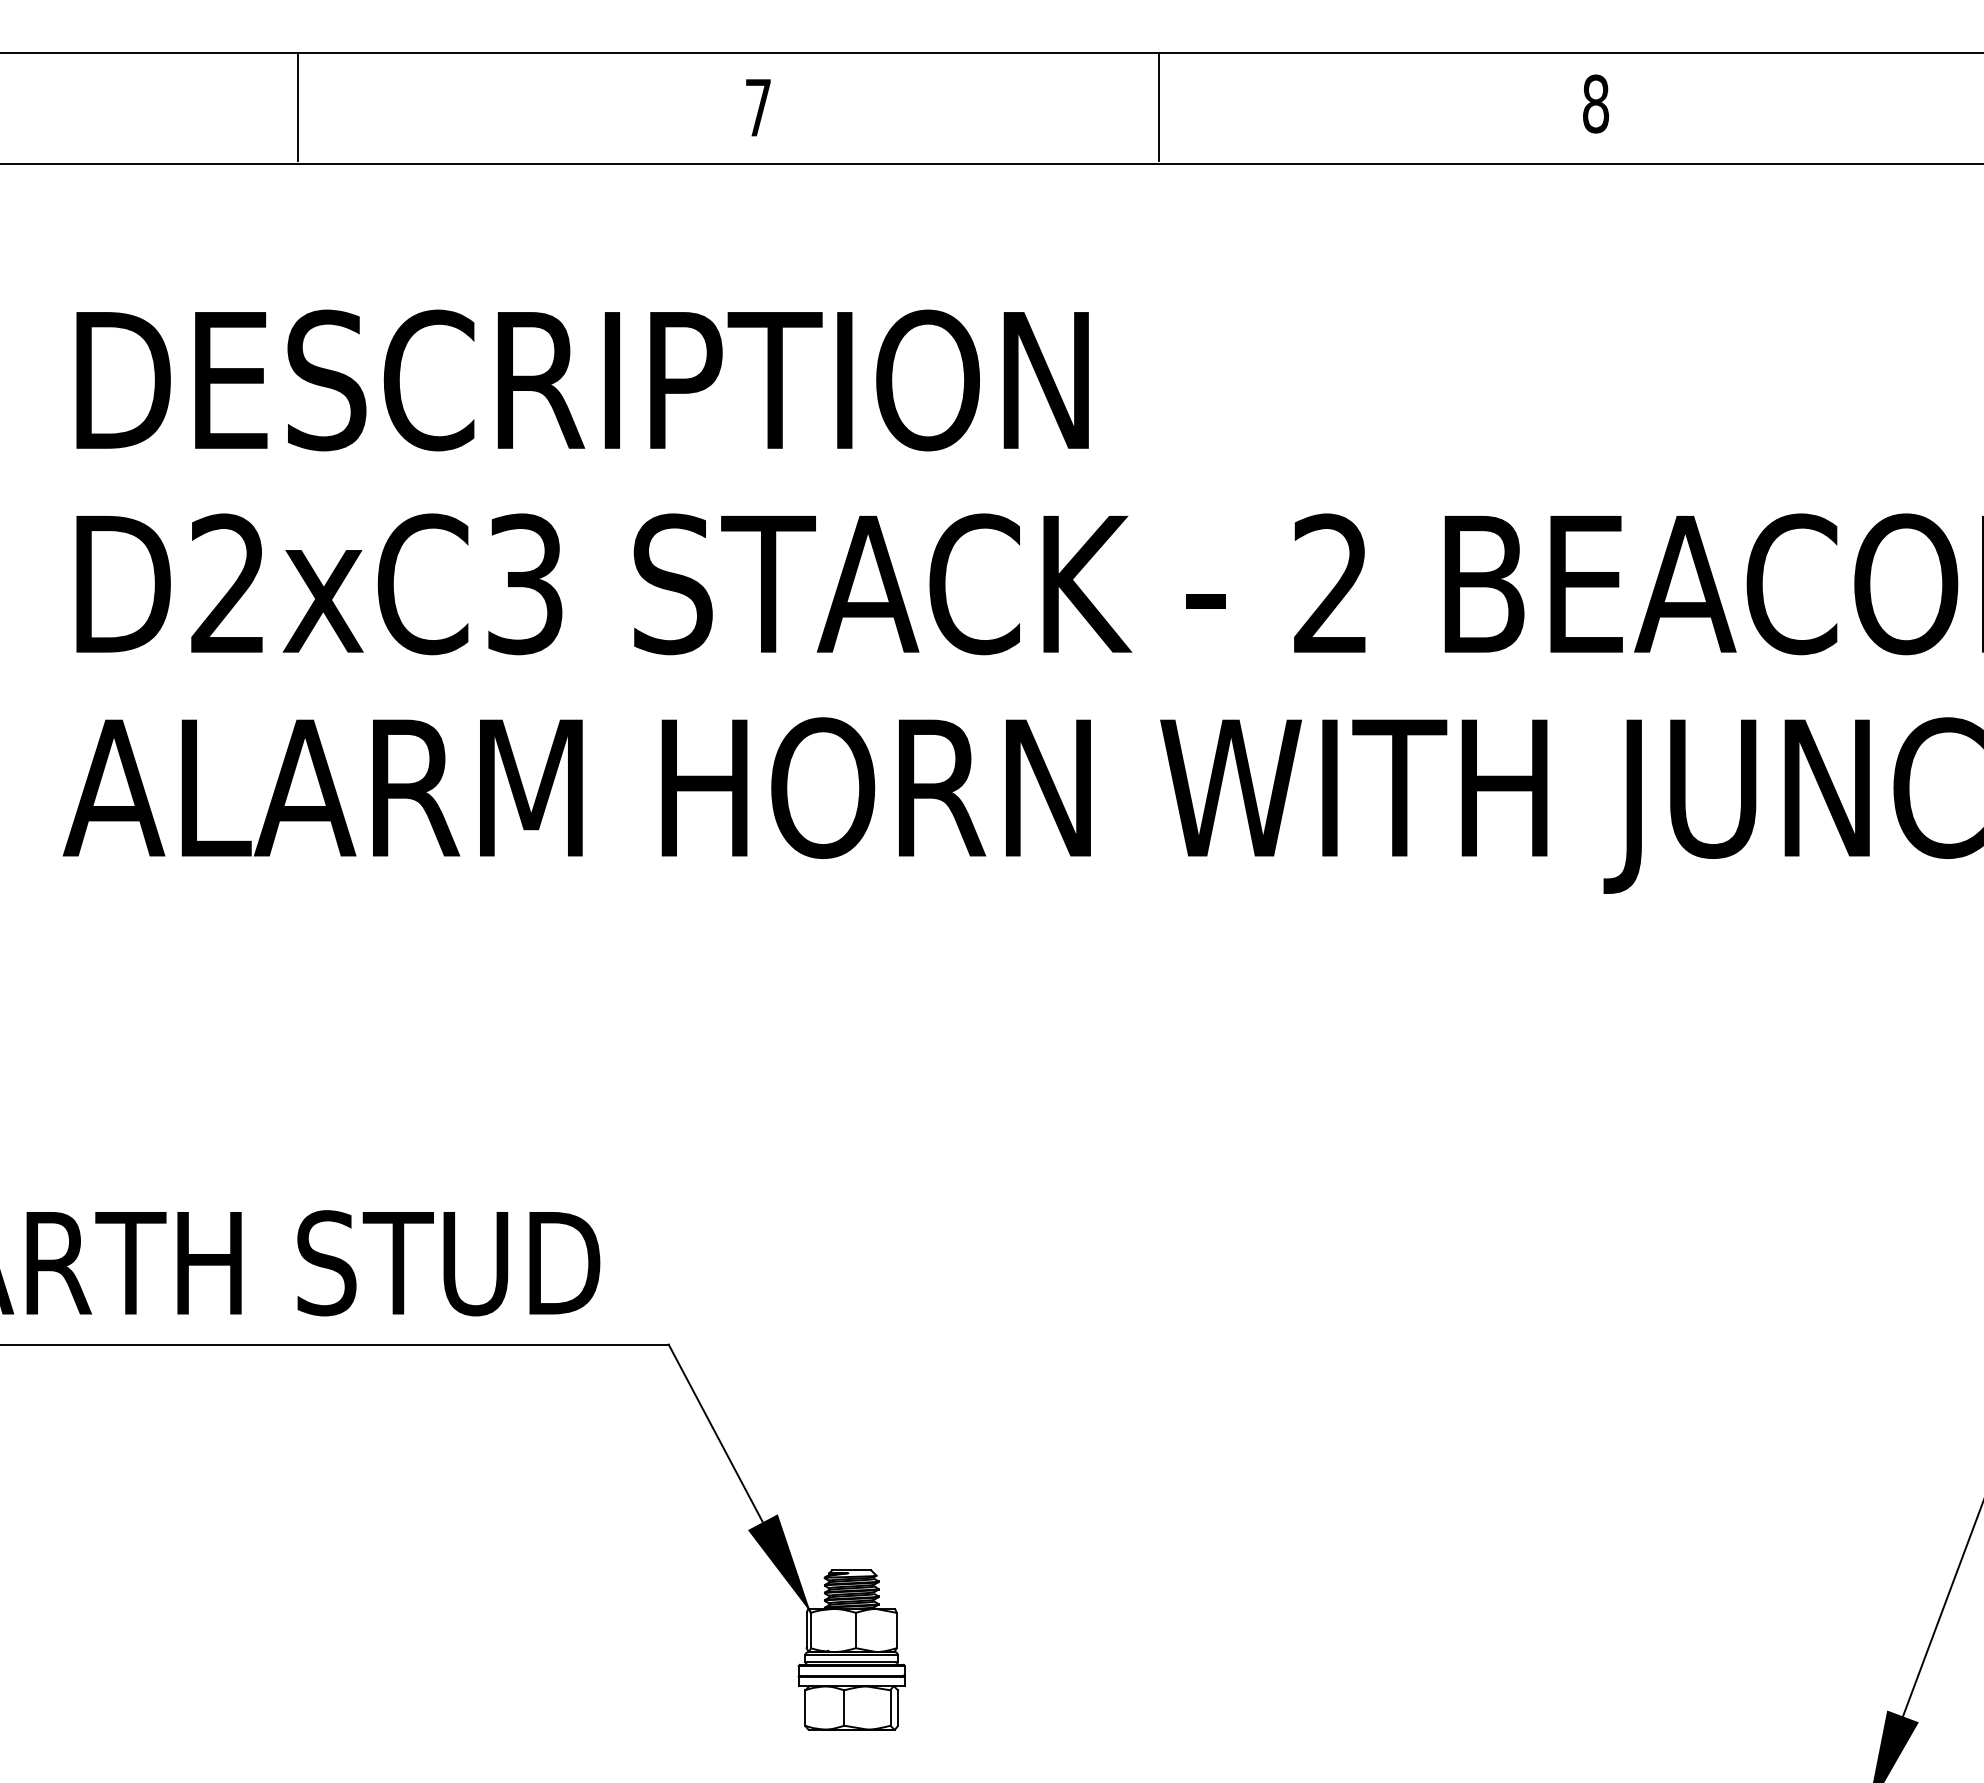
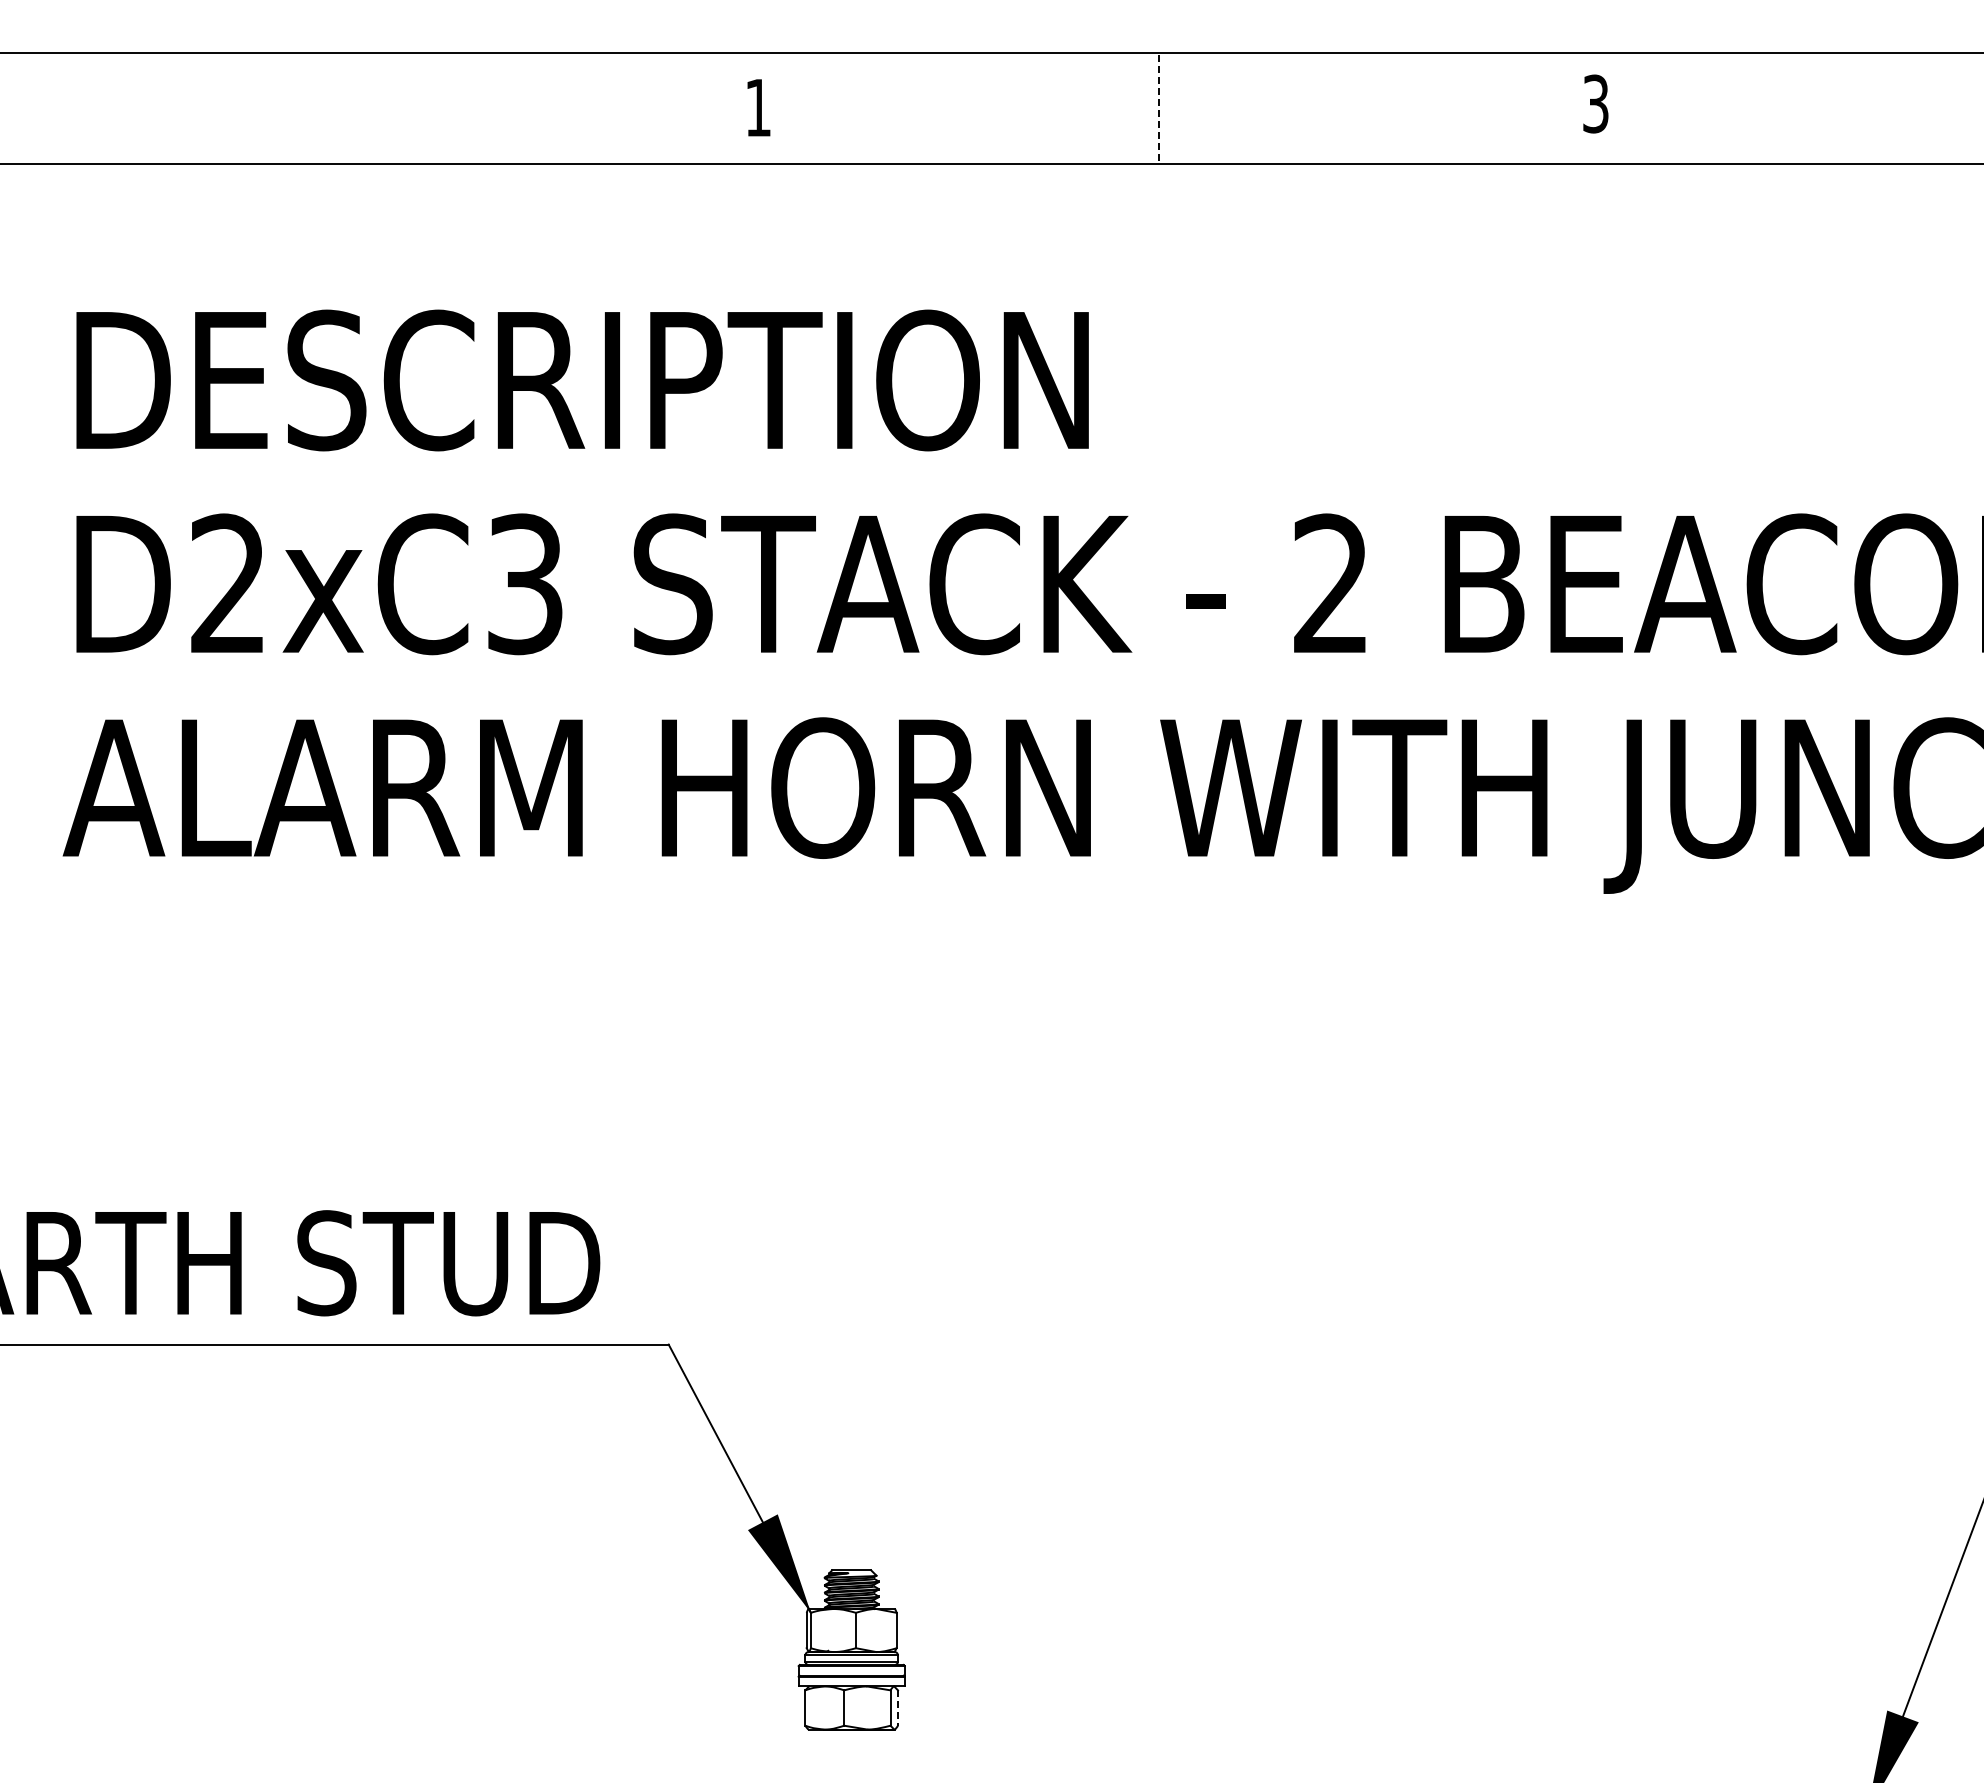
text at (1596, 103): 8 -> 3
line at (297, 107): present -> none
text at (758, 107): 7 -> 1
line at (1159, 107): solid -> dashed
line at (898, 1708): solid -> dashed
